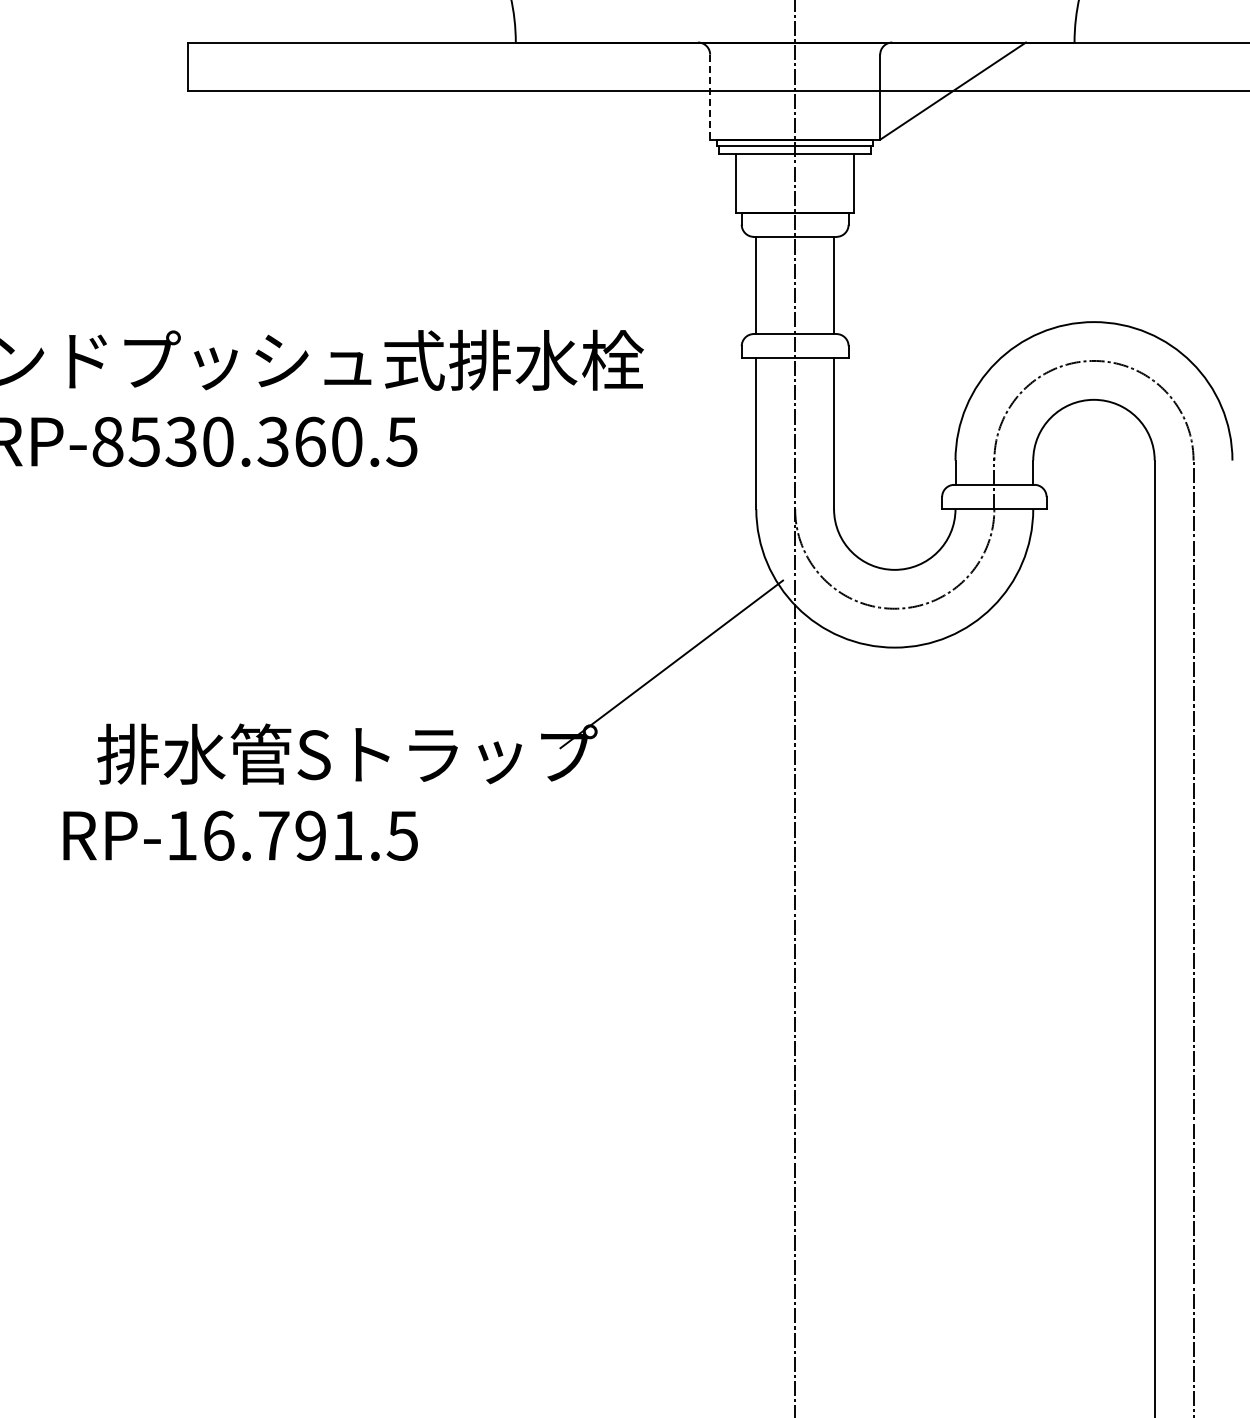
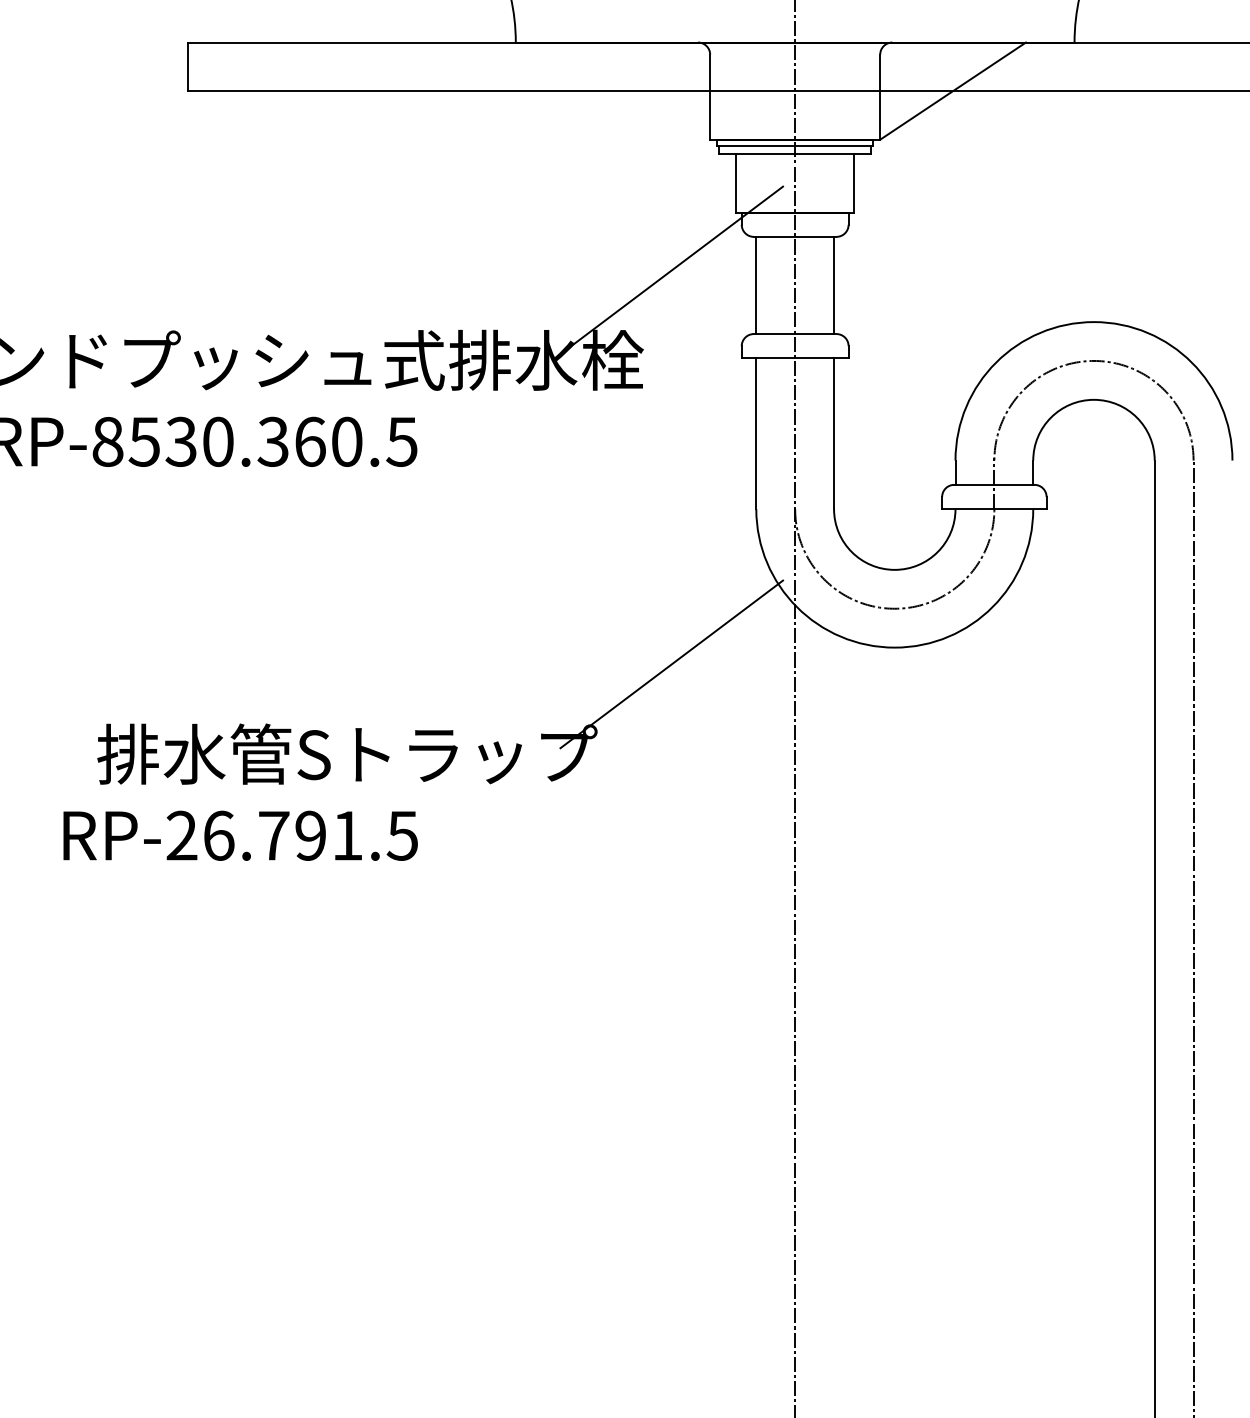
line at (710, 97): dashed -> solid
line at (671, 270): none -> present
text at (181, 835): RP-16.791.5 -> RP-26.791.5
